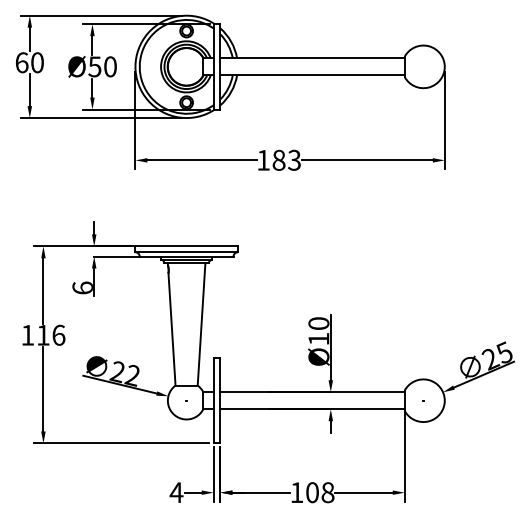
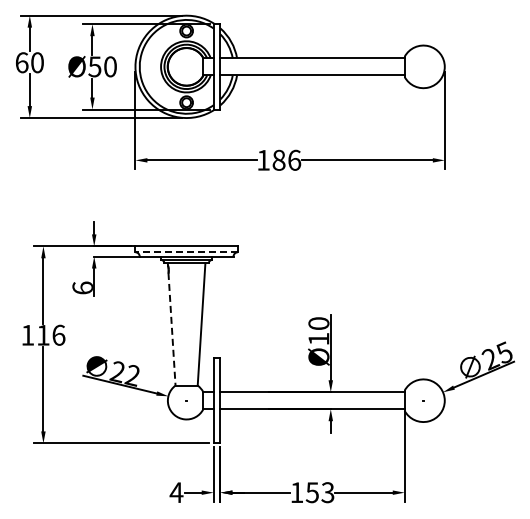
text at (294, 159): 183 -> 186
line at (186, 252): solid -> dashed
line at (172, 329): solid -> dashed
text at (319, 492): 108 -> 153
